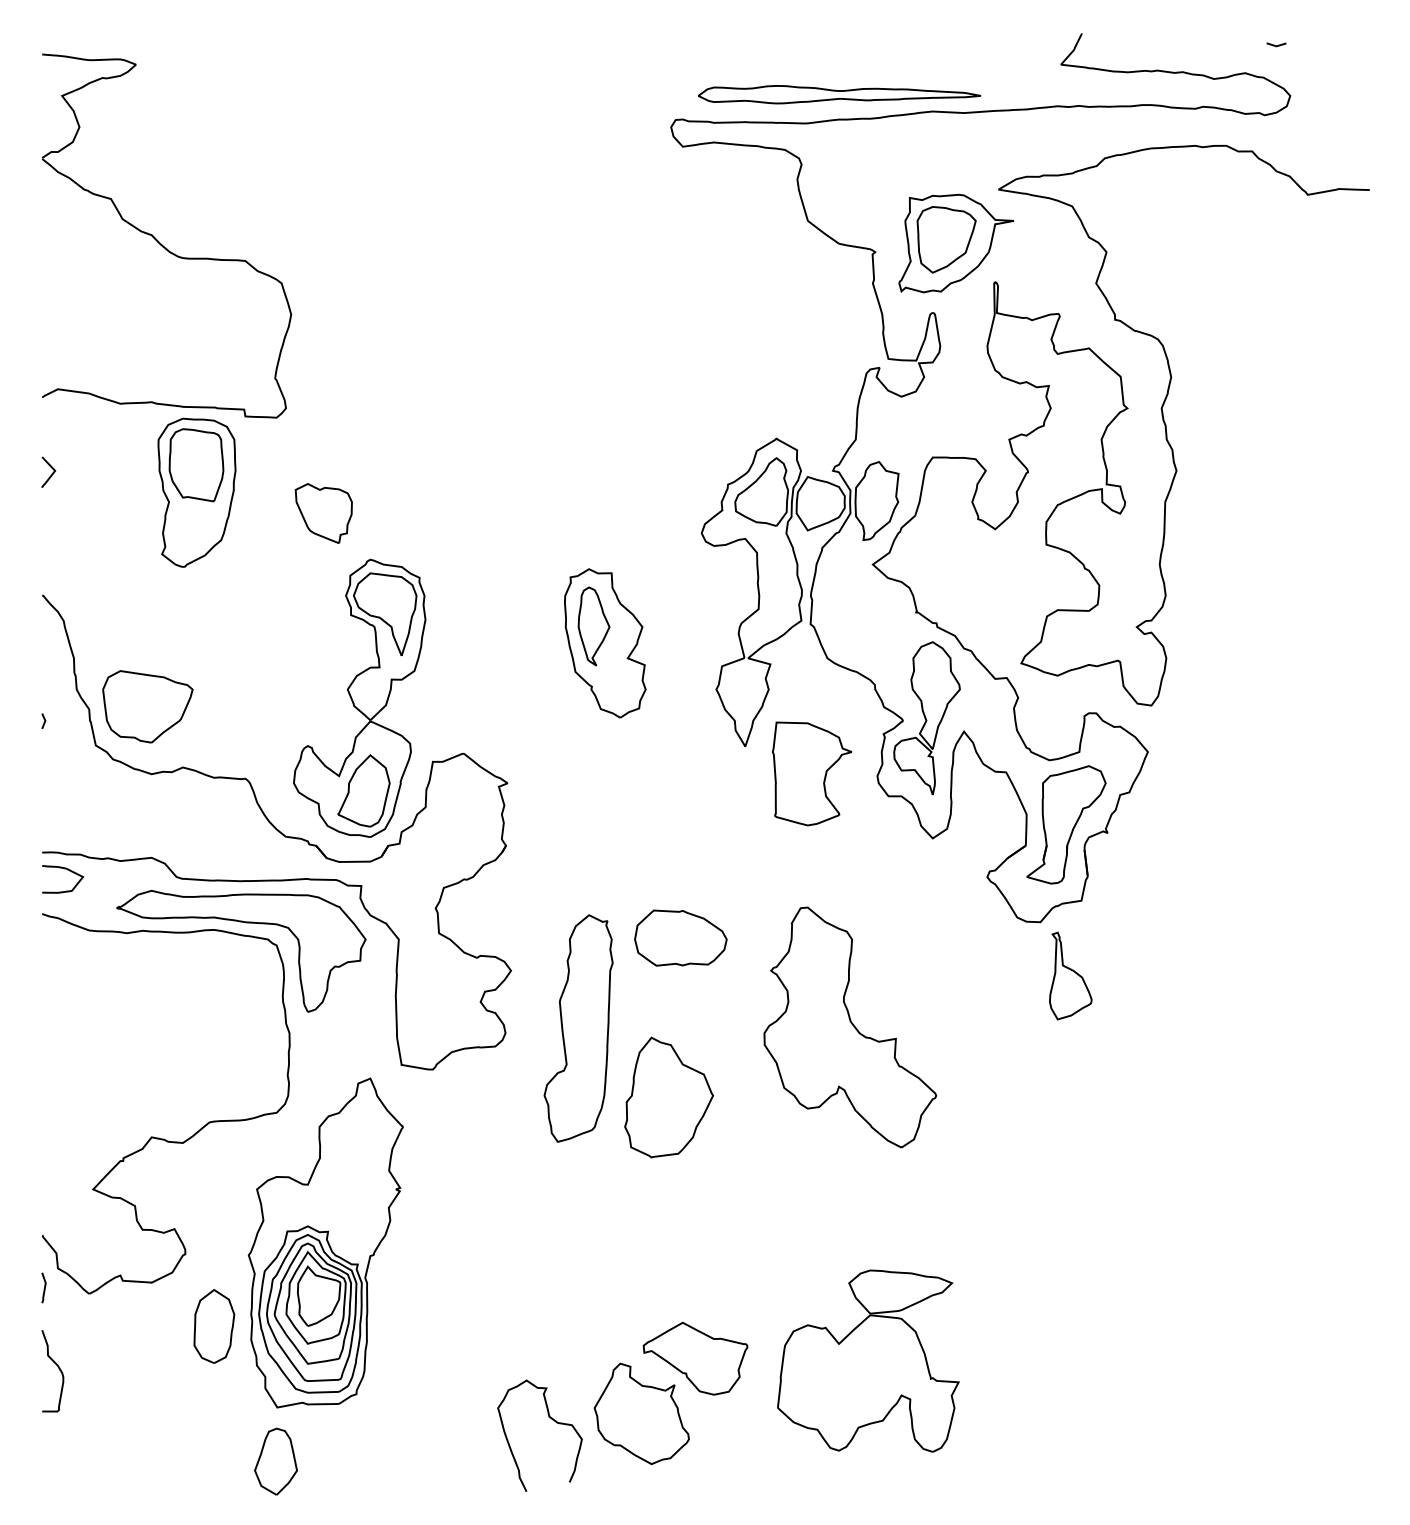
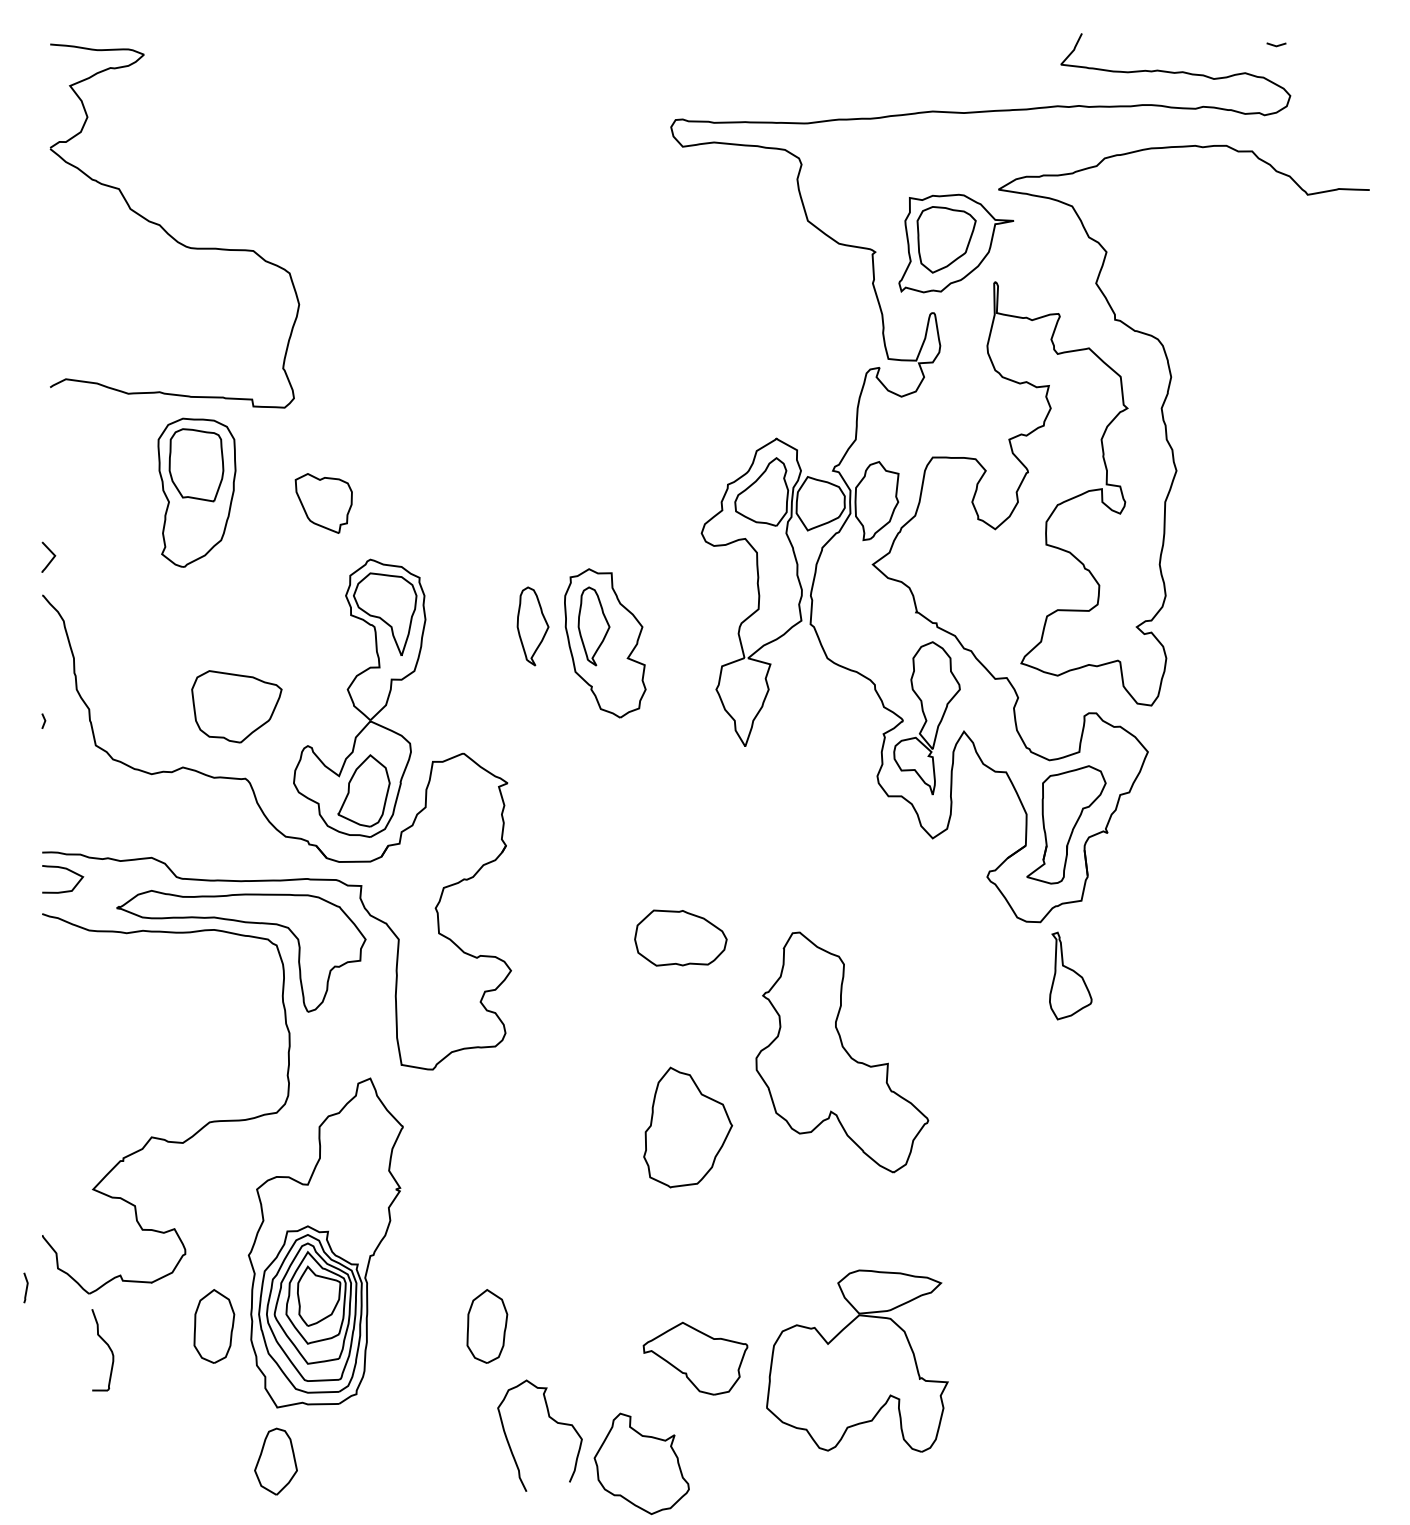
part at (839, 94): present -> none
part at (159, 241) position: (159, 241) -> (167, 231)
line at (51, 473) position: (51, 473) -> (51, 558)
part at (323, 513) position: (323, 513) -> (323, 503)
part at (532, 626): none -> present
part at (147, 706) position: (147, 706) -> (236, 706)
part at (812, 773): present -> none
part at (850, 1027) position: (850, 1027) -> (842, 1052)
part at (578, 1028): present -> none
part at (669, 1097) position: (669, 1097) -> (688, 1127)
line at (44, 1287) position: (44, 1287) -> (26, 1287)
part at (487, 1326): none -> present
part at (868, 1360) position: (868, 1360) -> (857, 1360)
part at (57, 1367) position: (57, 1367) -> (107, 1346)
part at (641, 1413) position: (641, 1413) -> (641, 1463)
